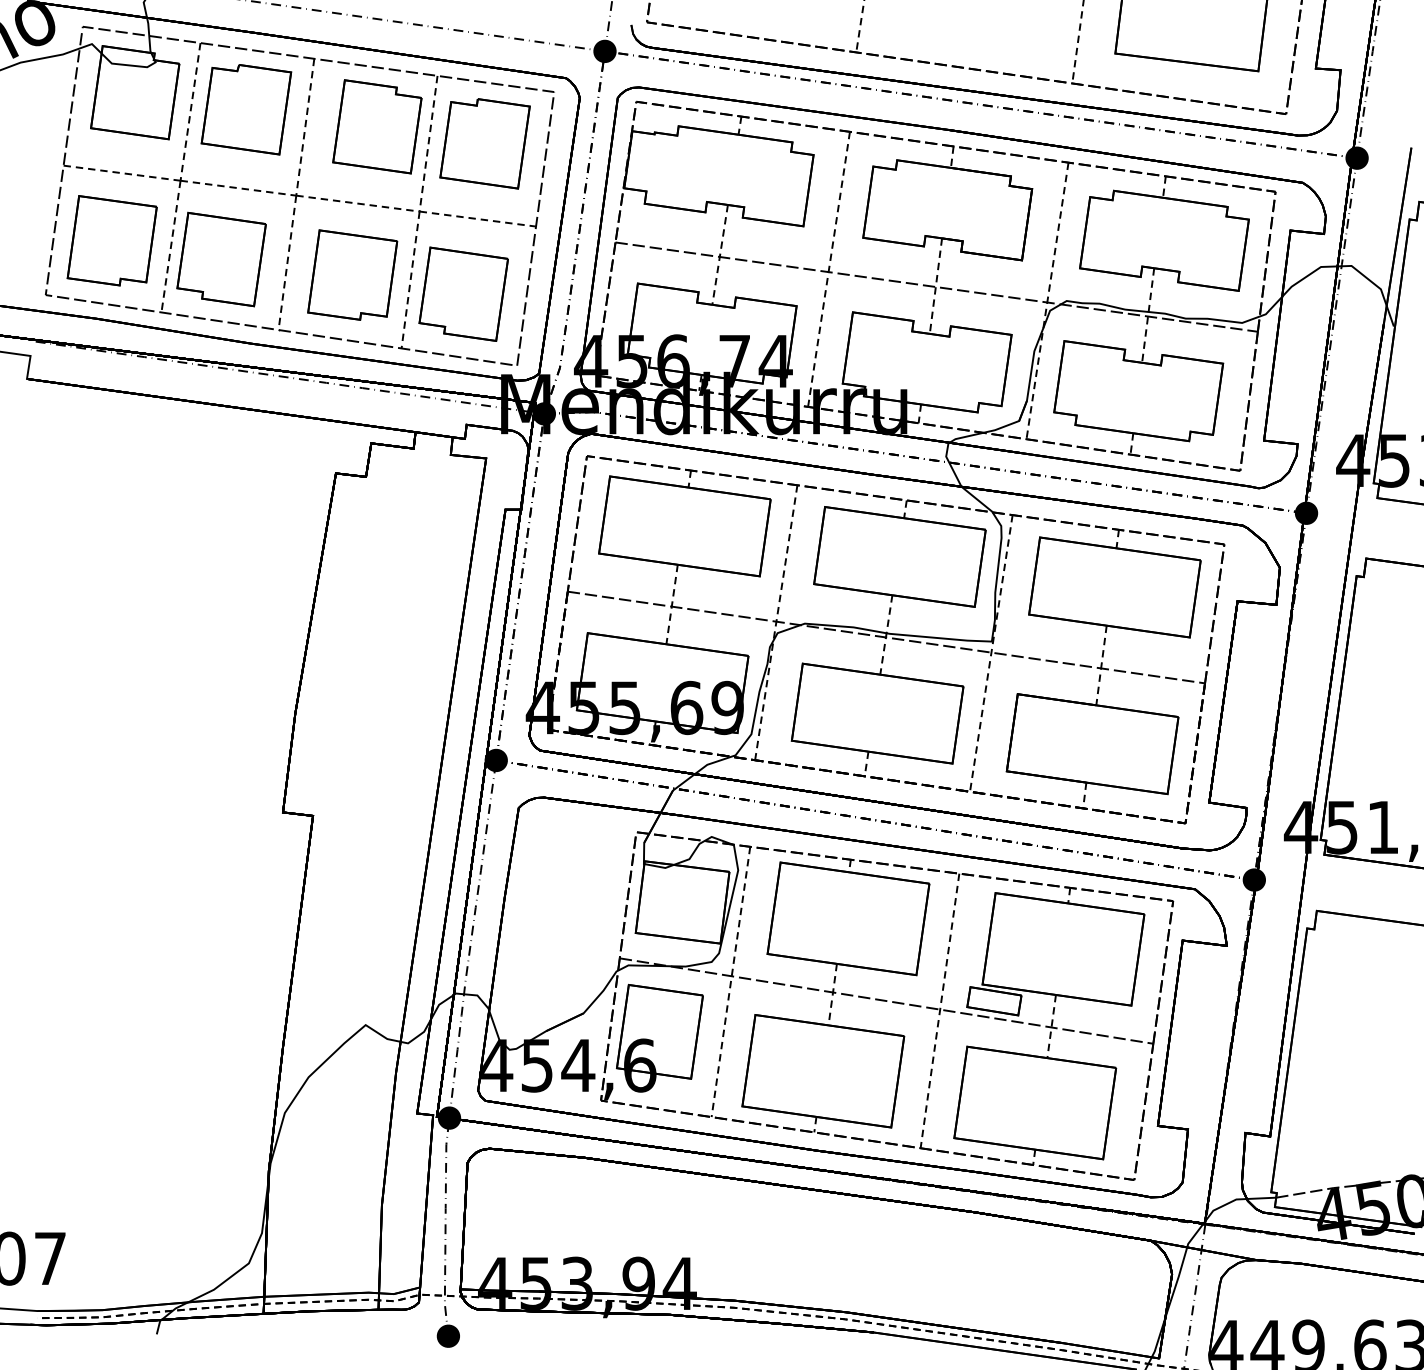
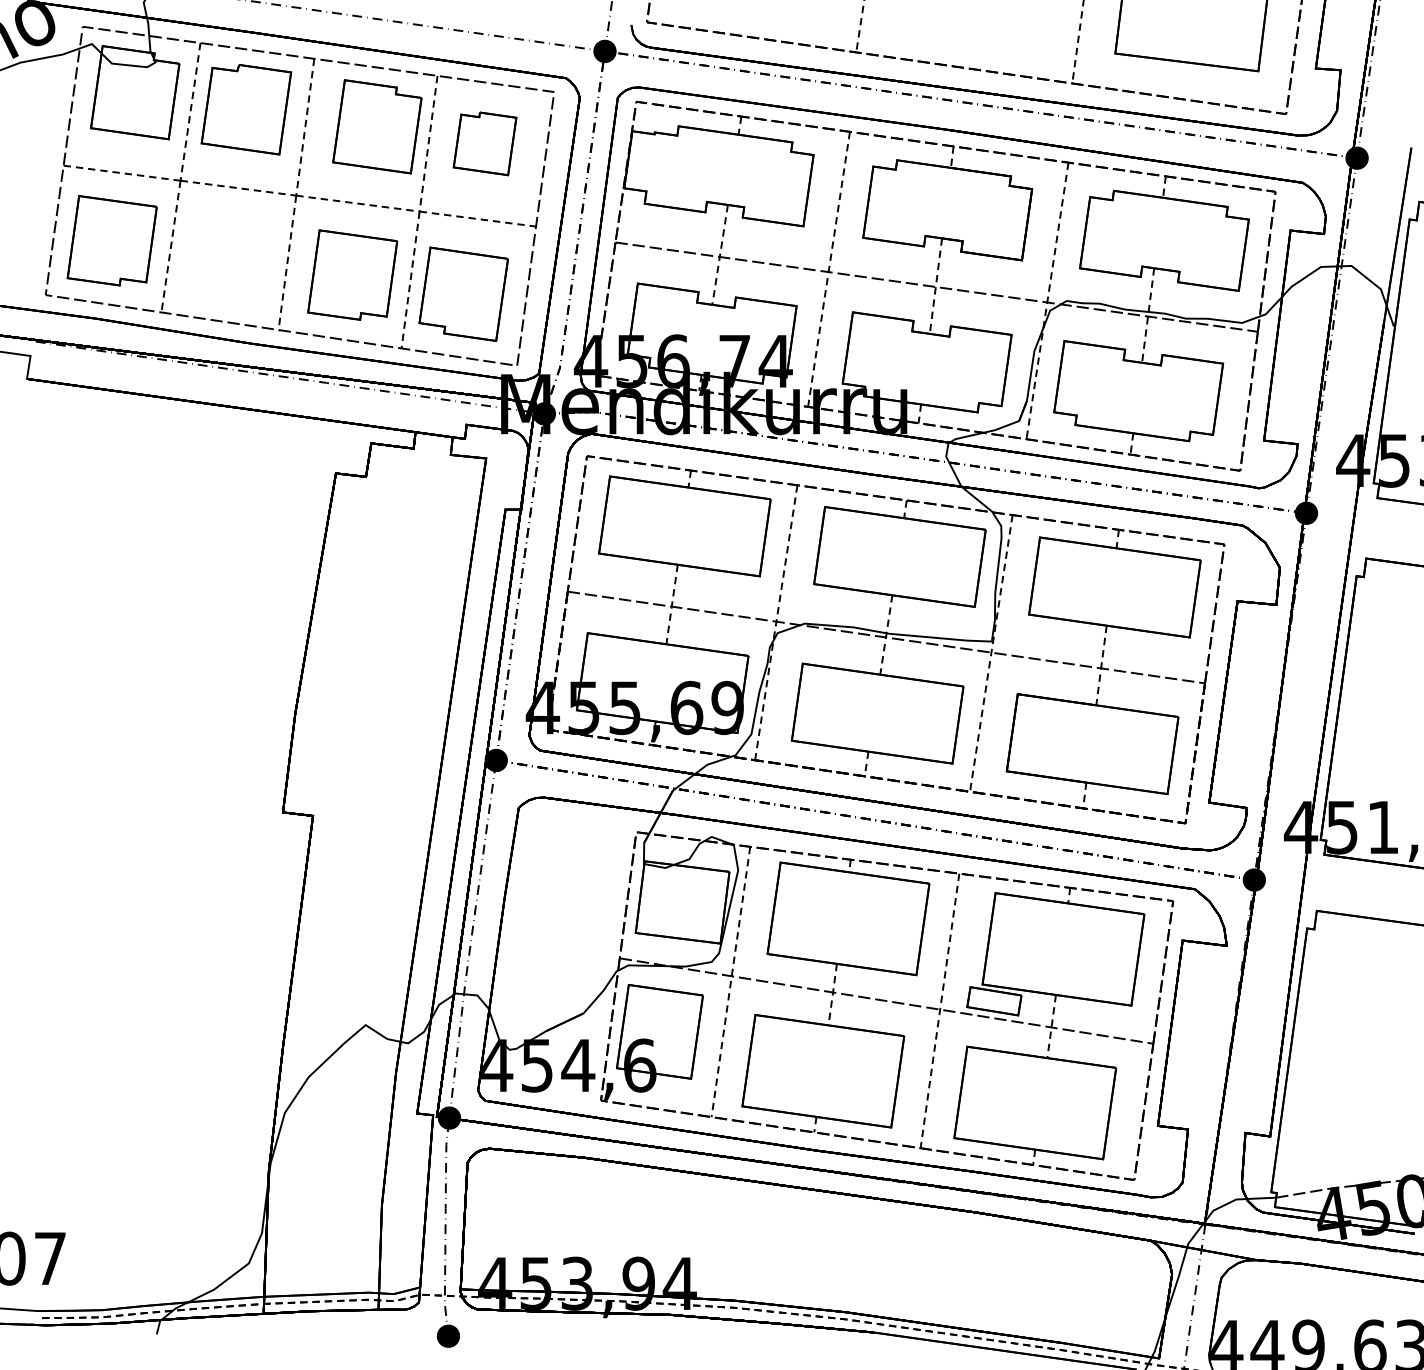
part at (484, 143) size: 92x92 px -> 66x66 px
part at (221, 259): present -> none
